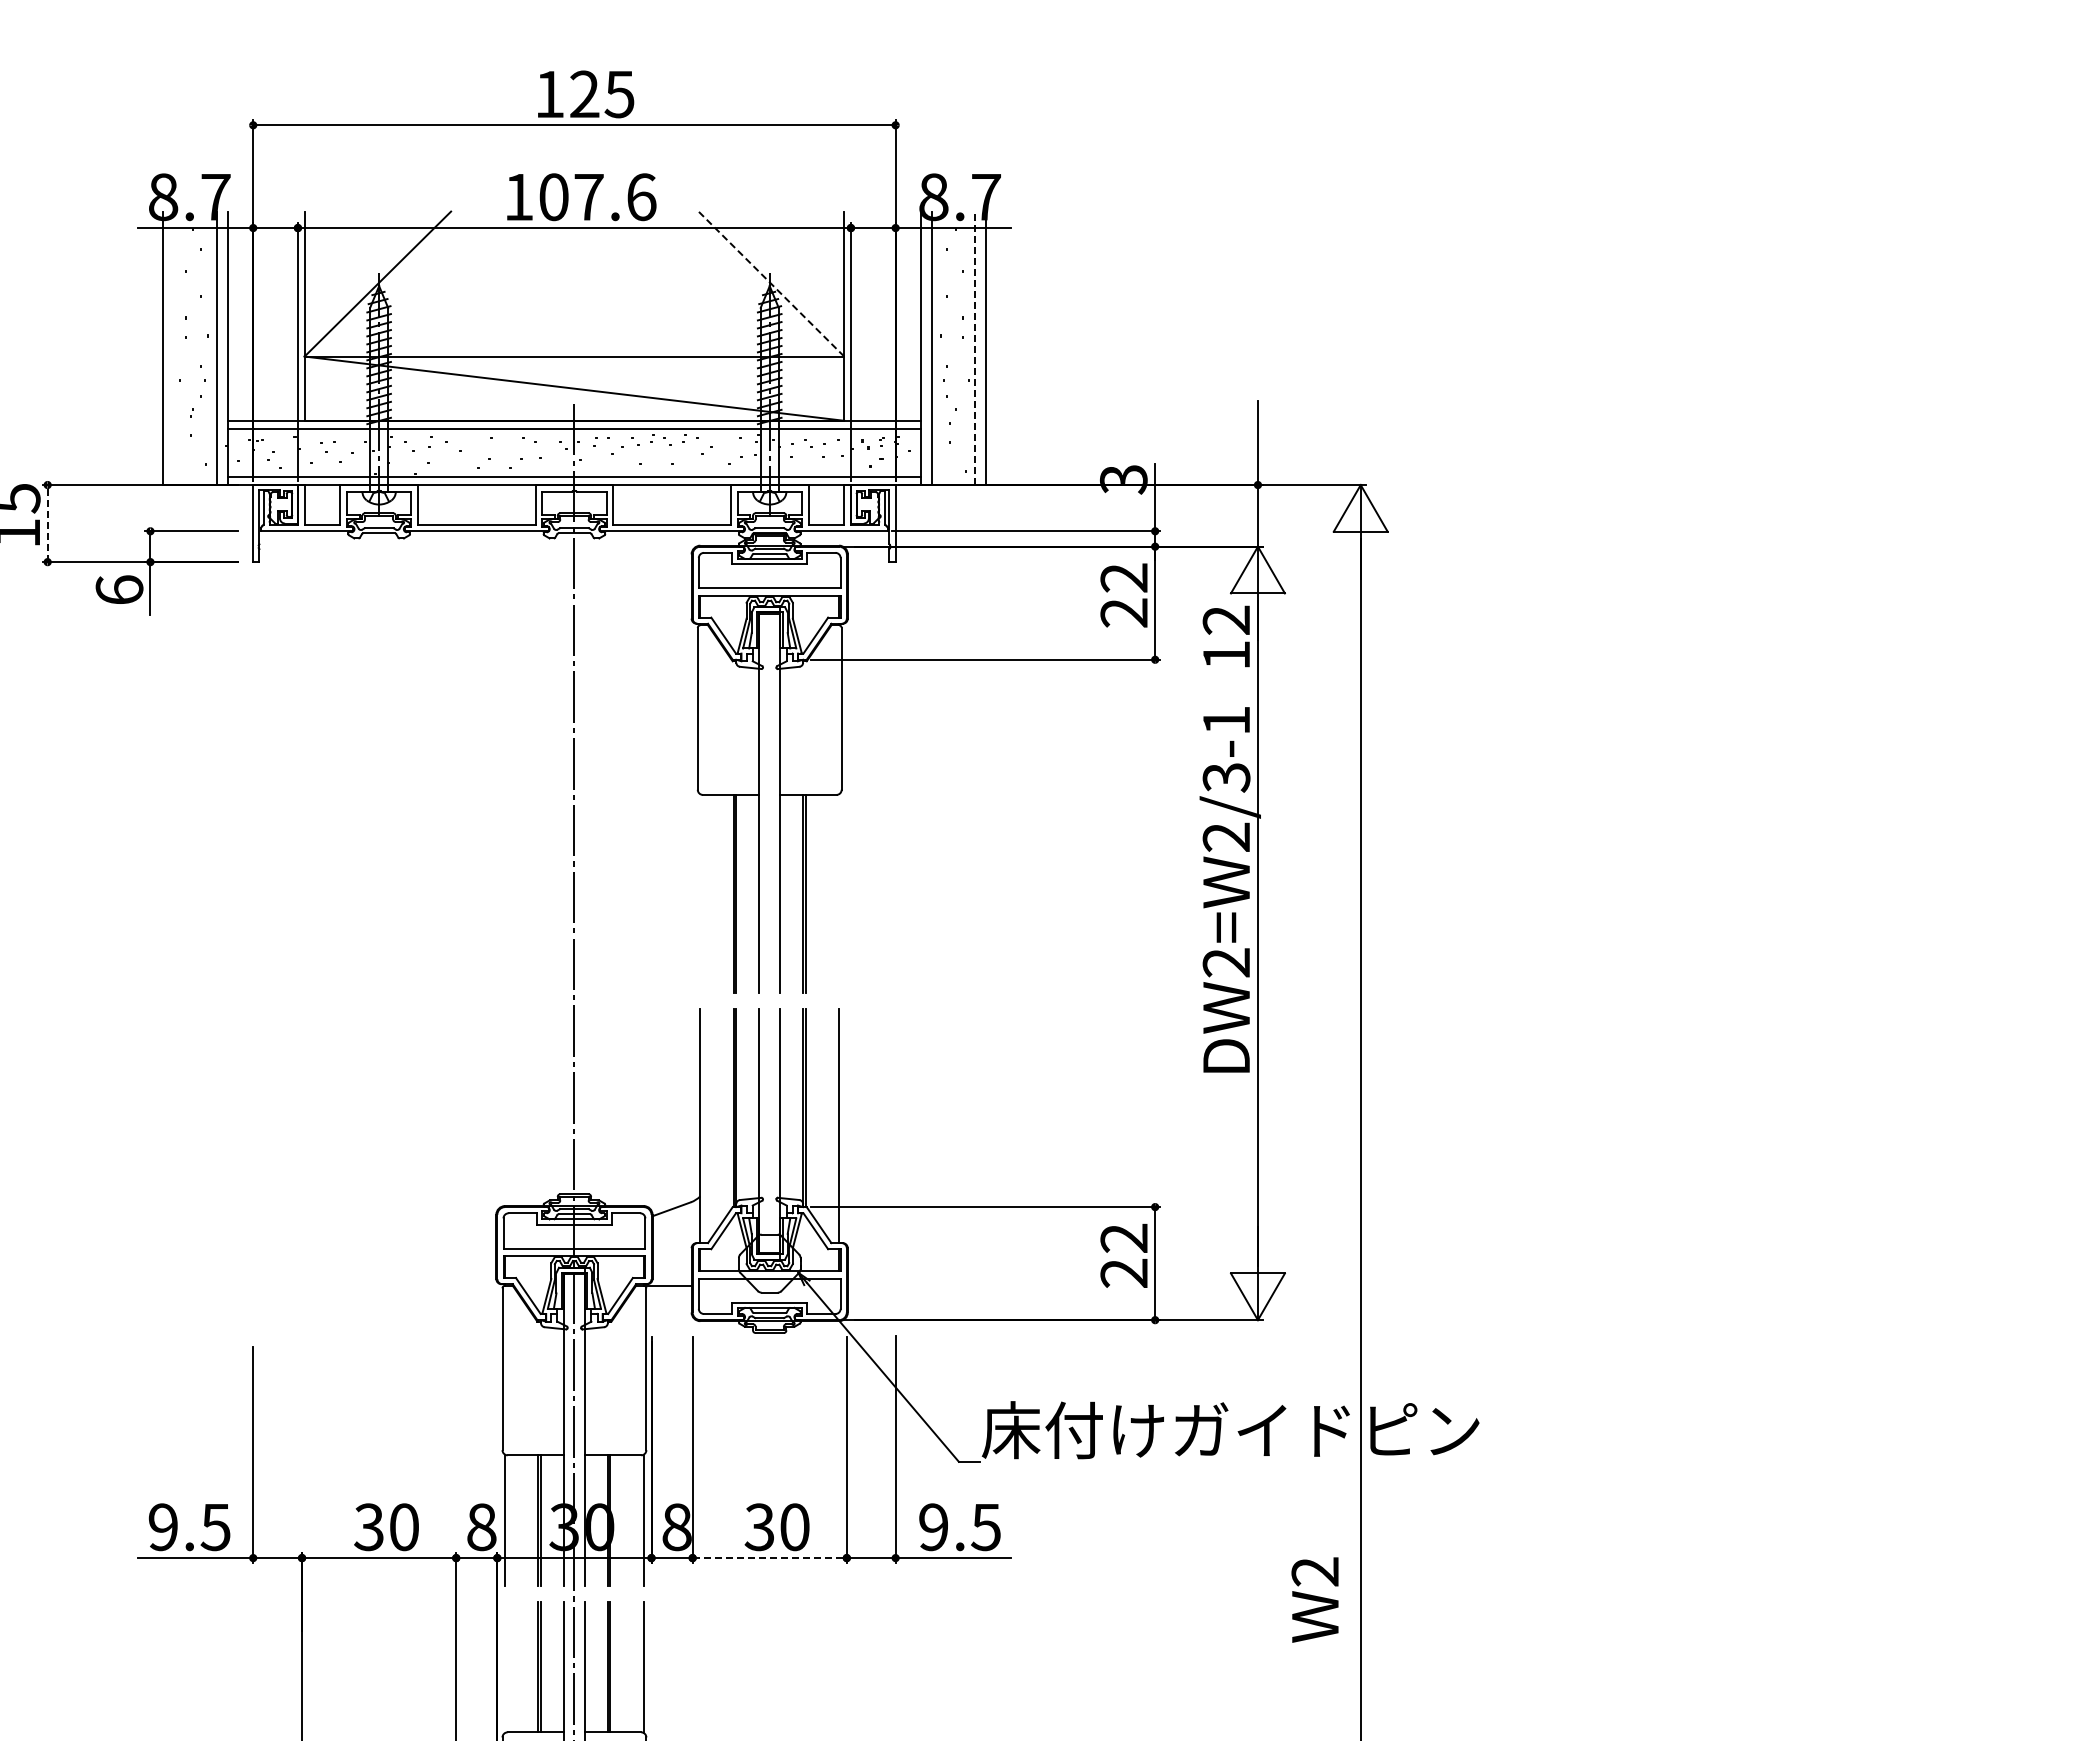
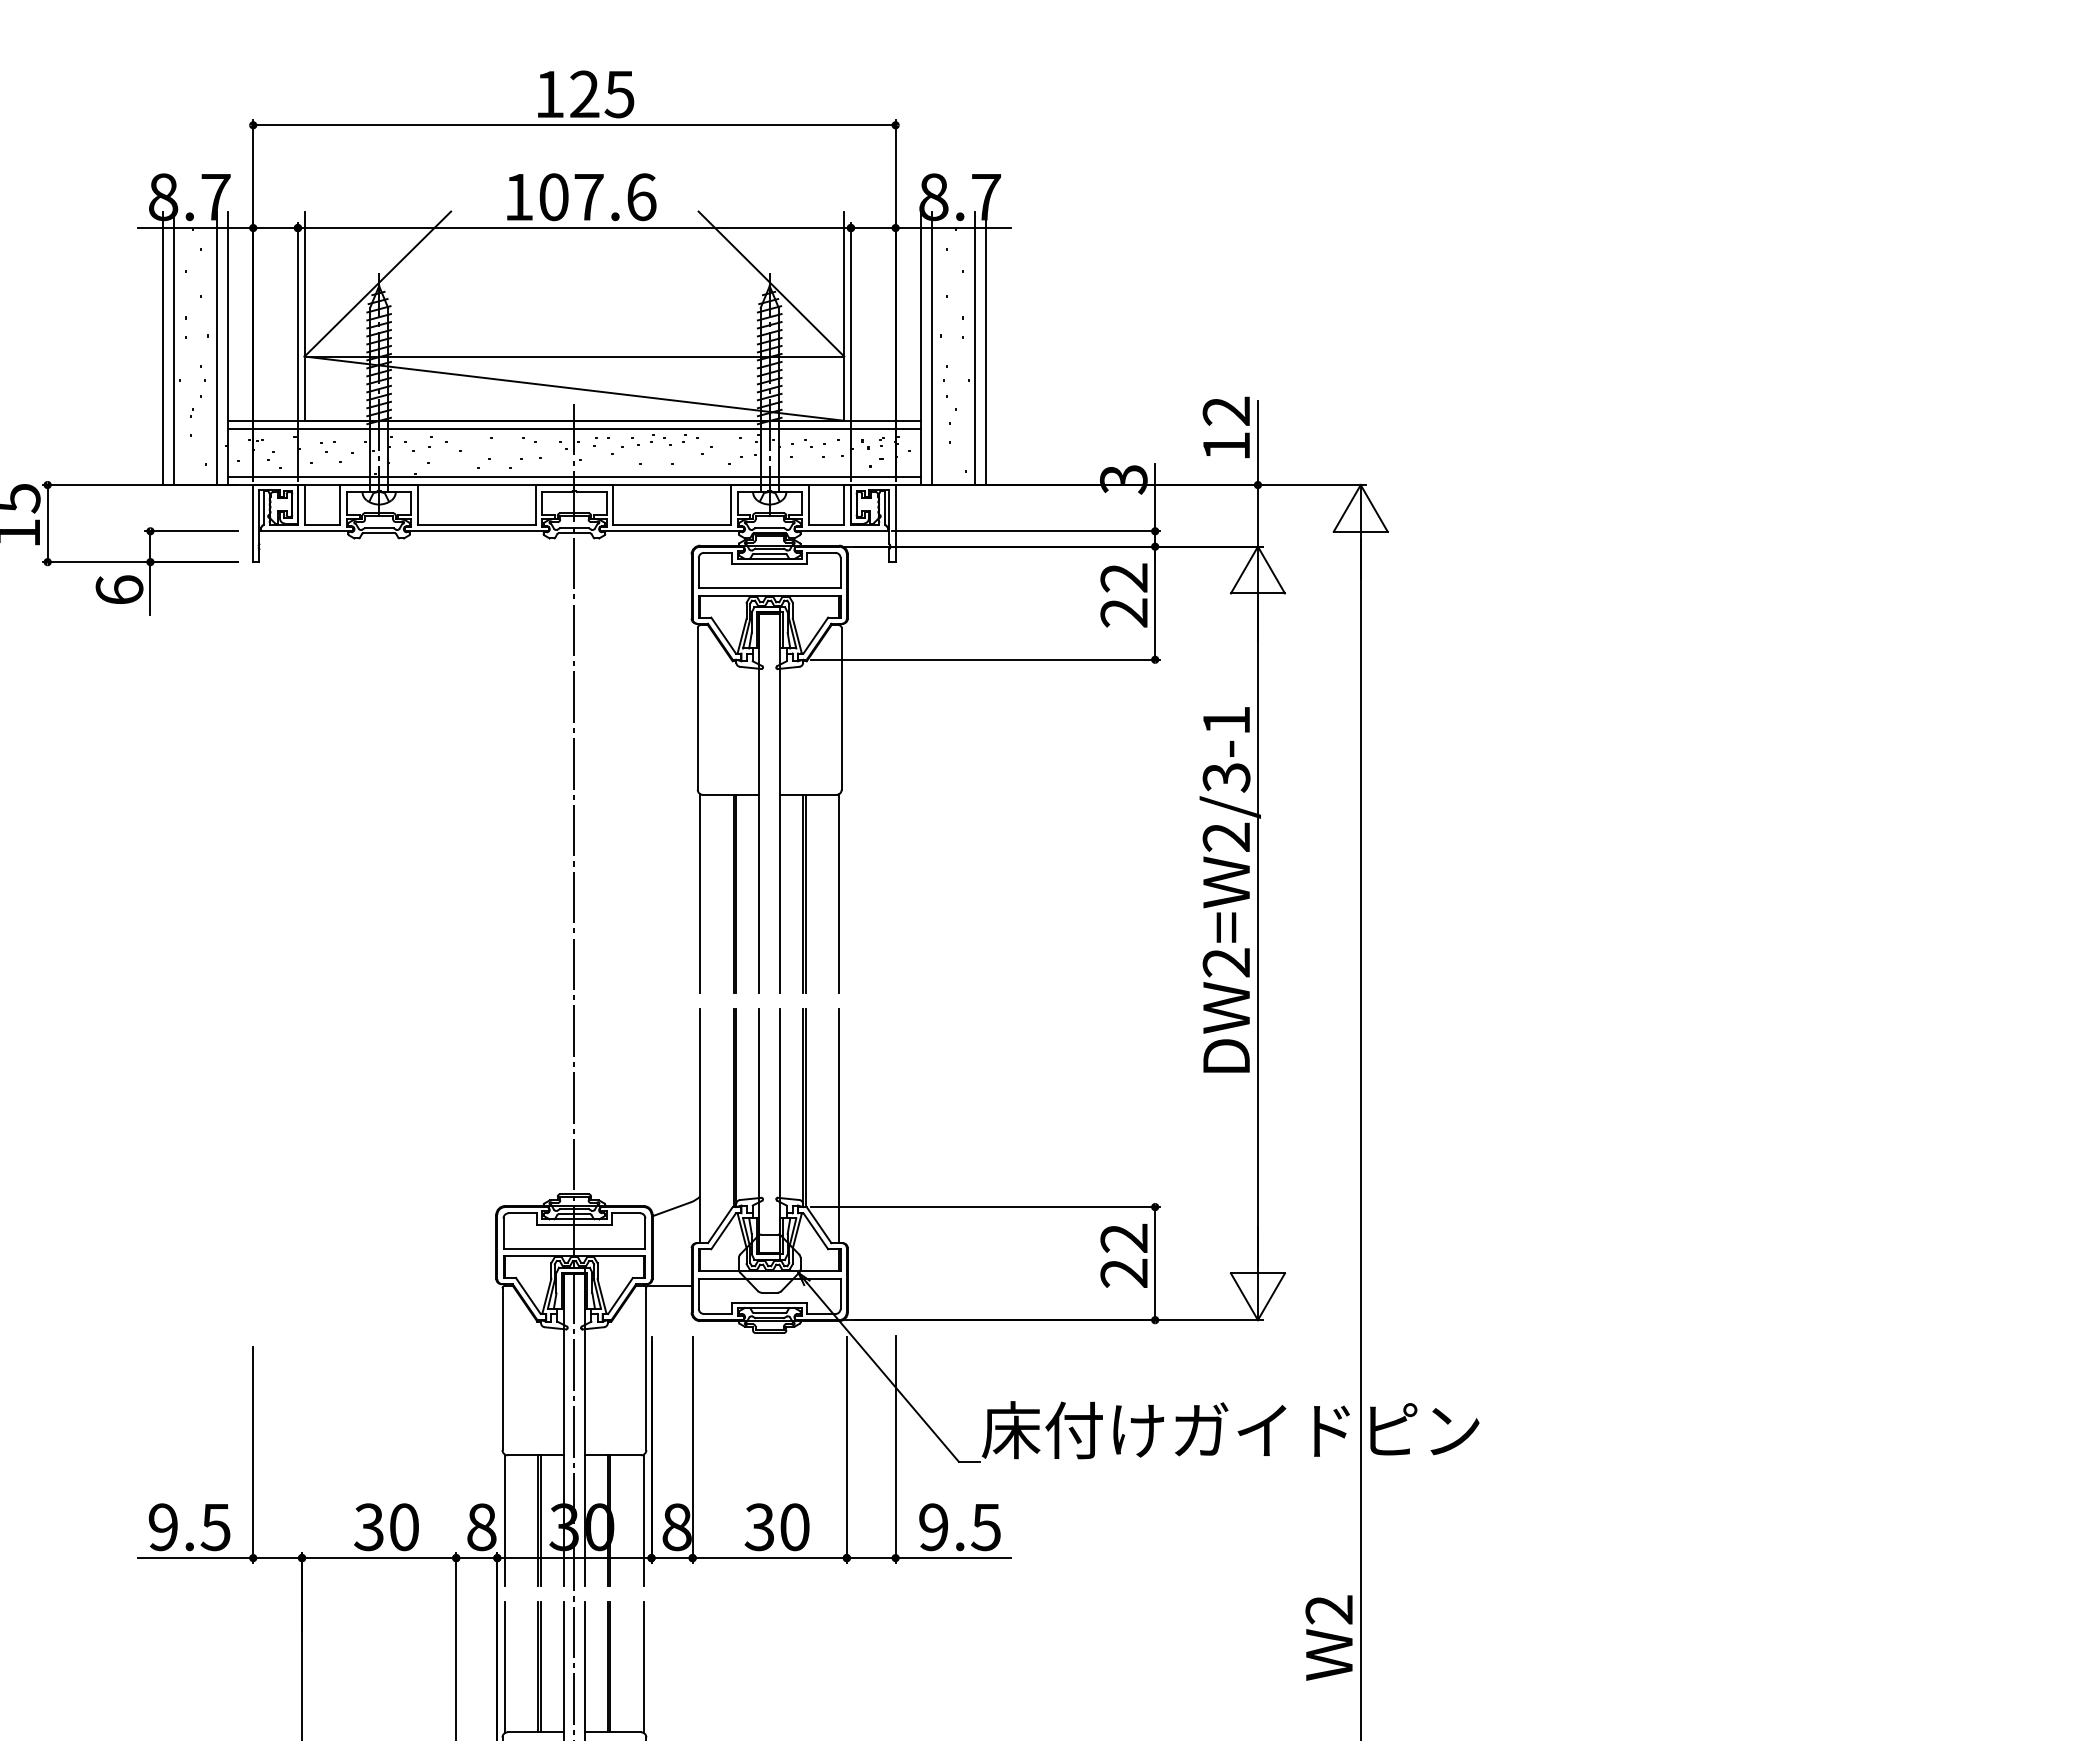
line at (771, 284): dashed -> solid
line at (173, 348): none -> present
line at (975, 348): dashed -> solid
line at (47, 523): dashed -> solid
text at (1225, 636) position: (1225, 636) -> (1225, 427)
line at (700, 893): none -> present
line at (839, 893): none -> present
line at (770, 1558): dashed -> solid
text at (1314, 1599) position: (1314, 1599) -> (1328, 1637)
line at (505, 1667): none -> present
